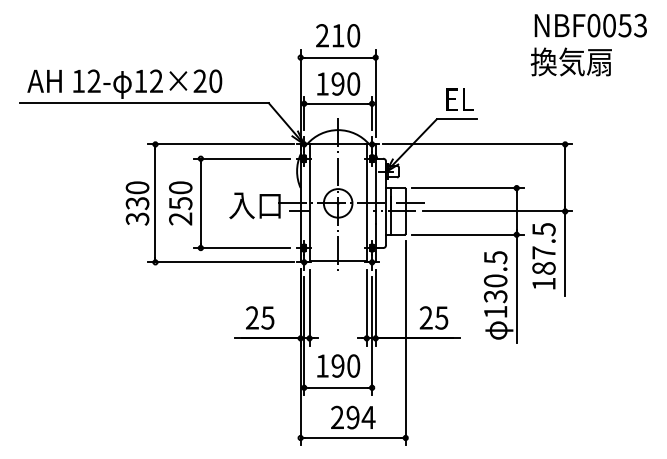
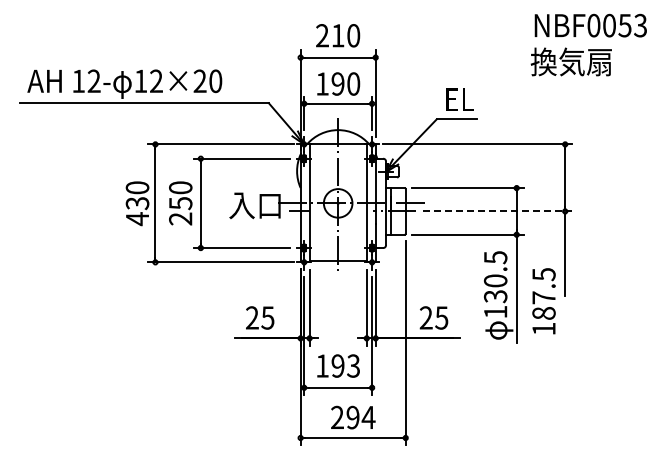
line at (497, 211): solid -> dashed
text at (137, 219): 330 -> 430
text at (543, 256) position: (543, 256) -> (543, 301)
text at (353, 365): 190 -> 193
